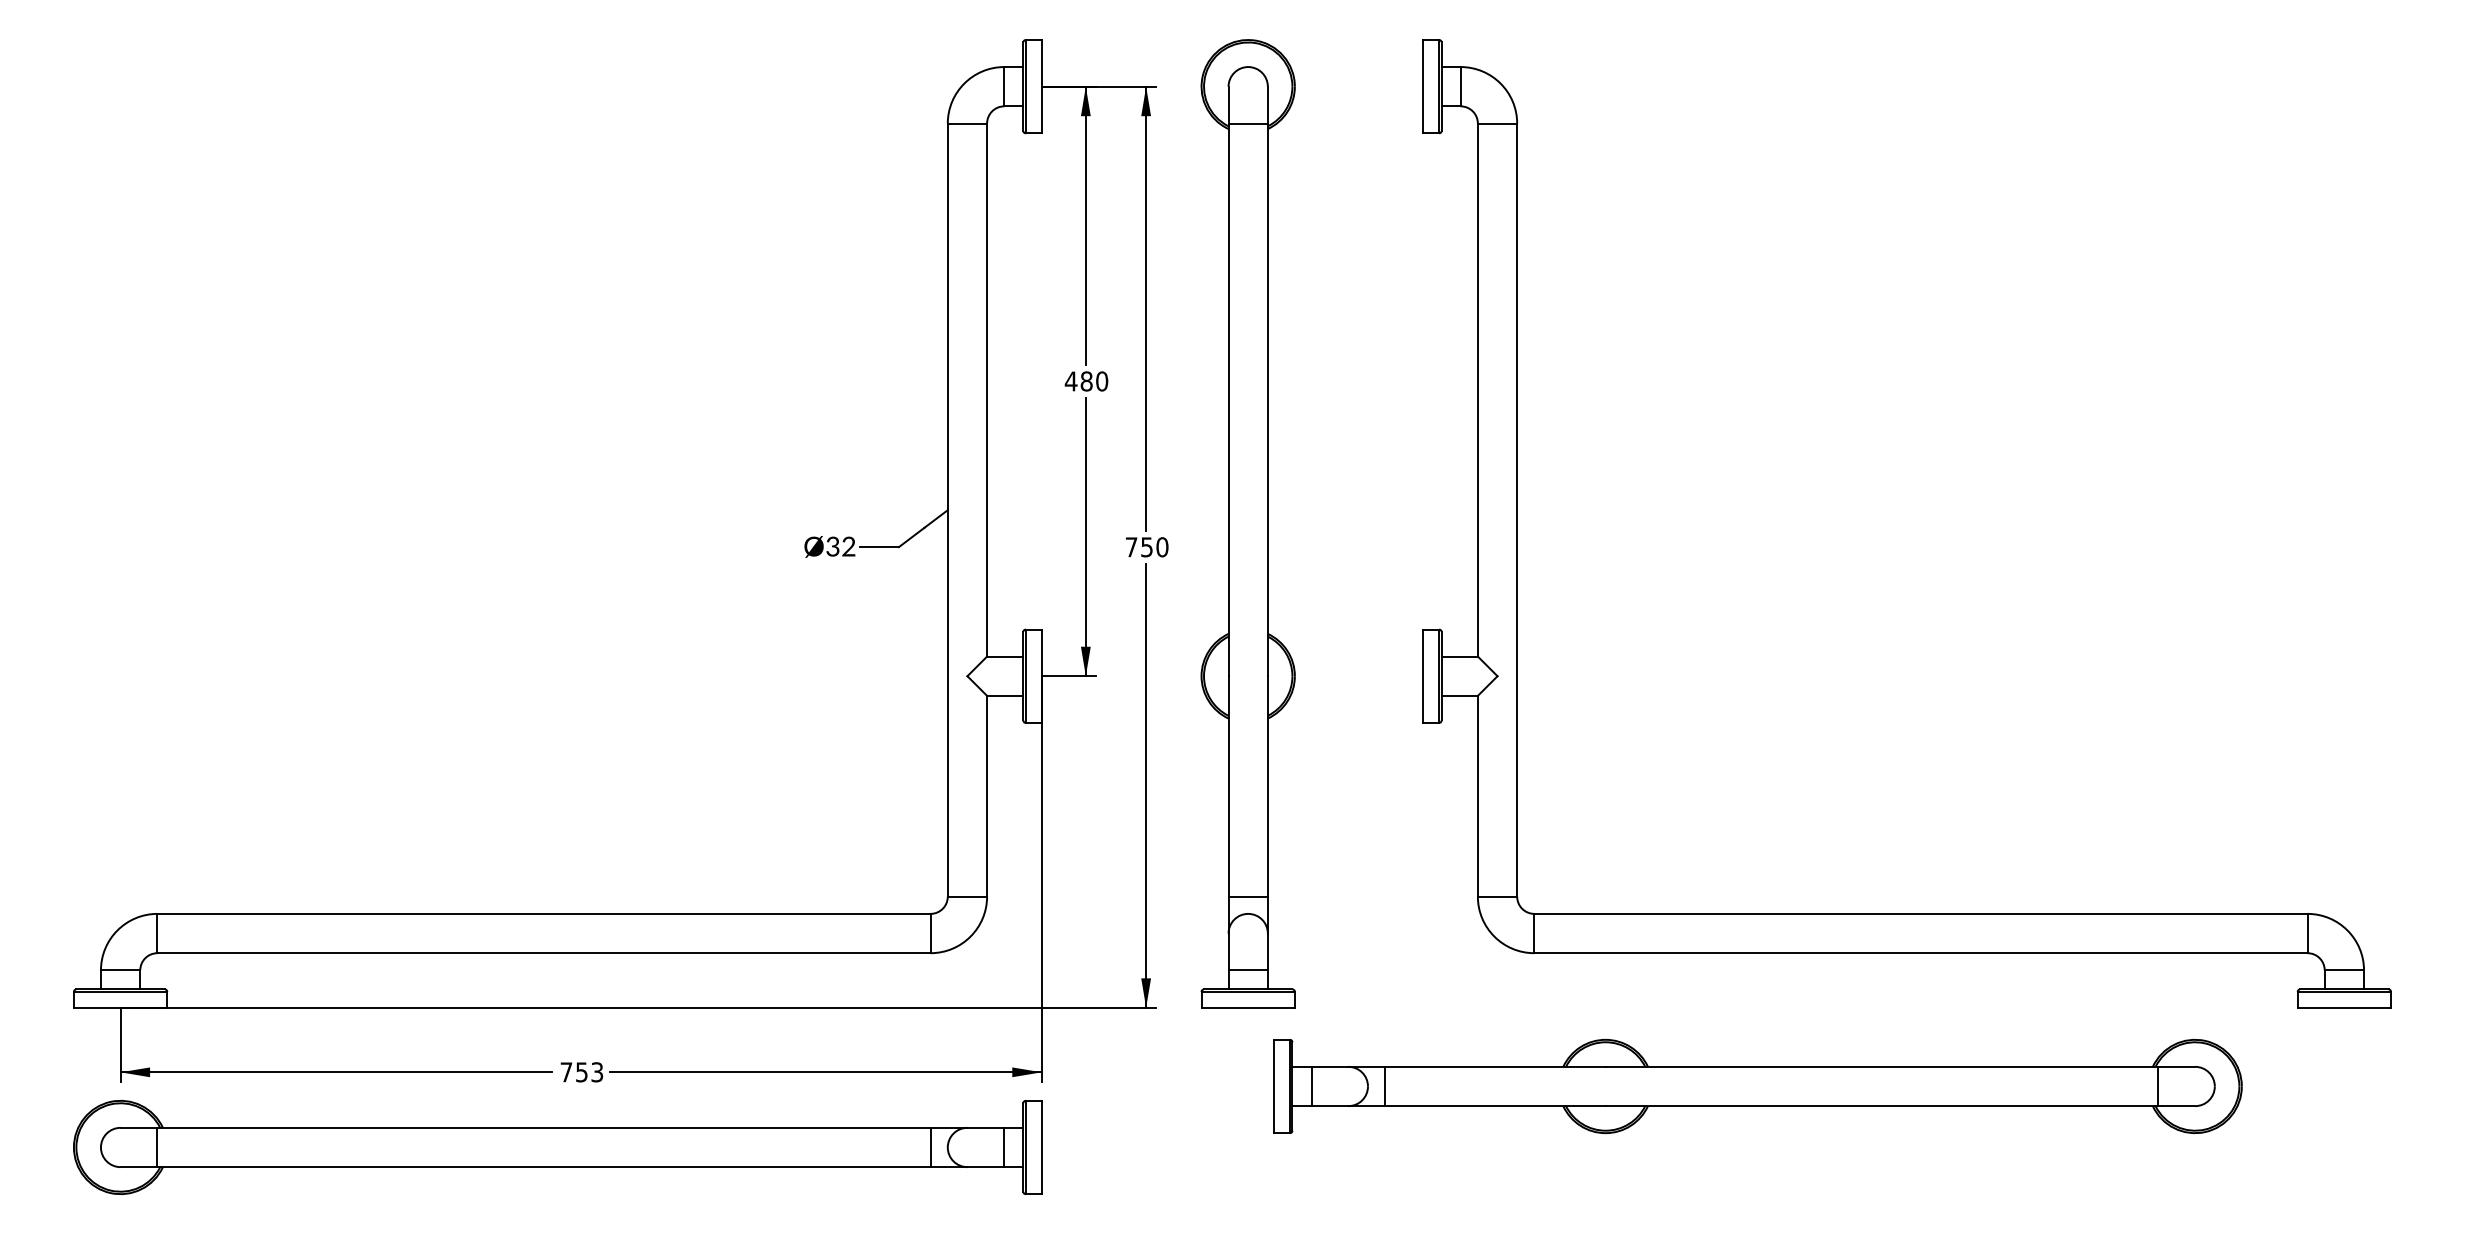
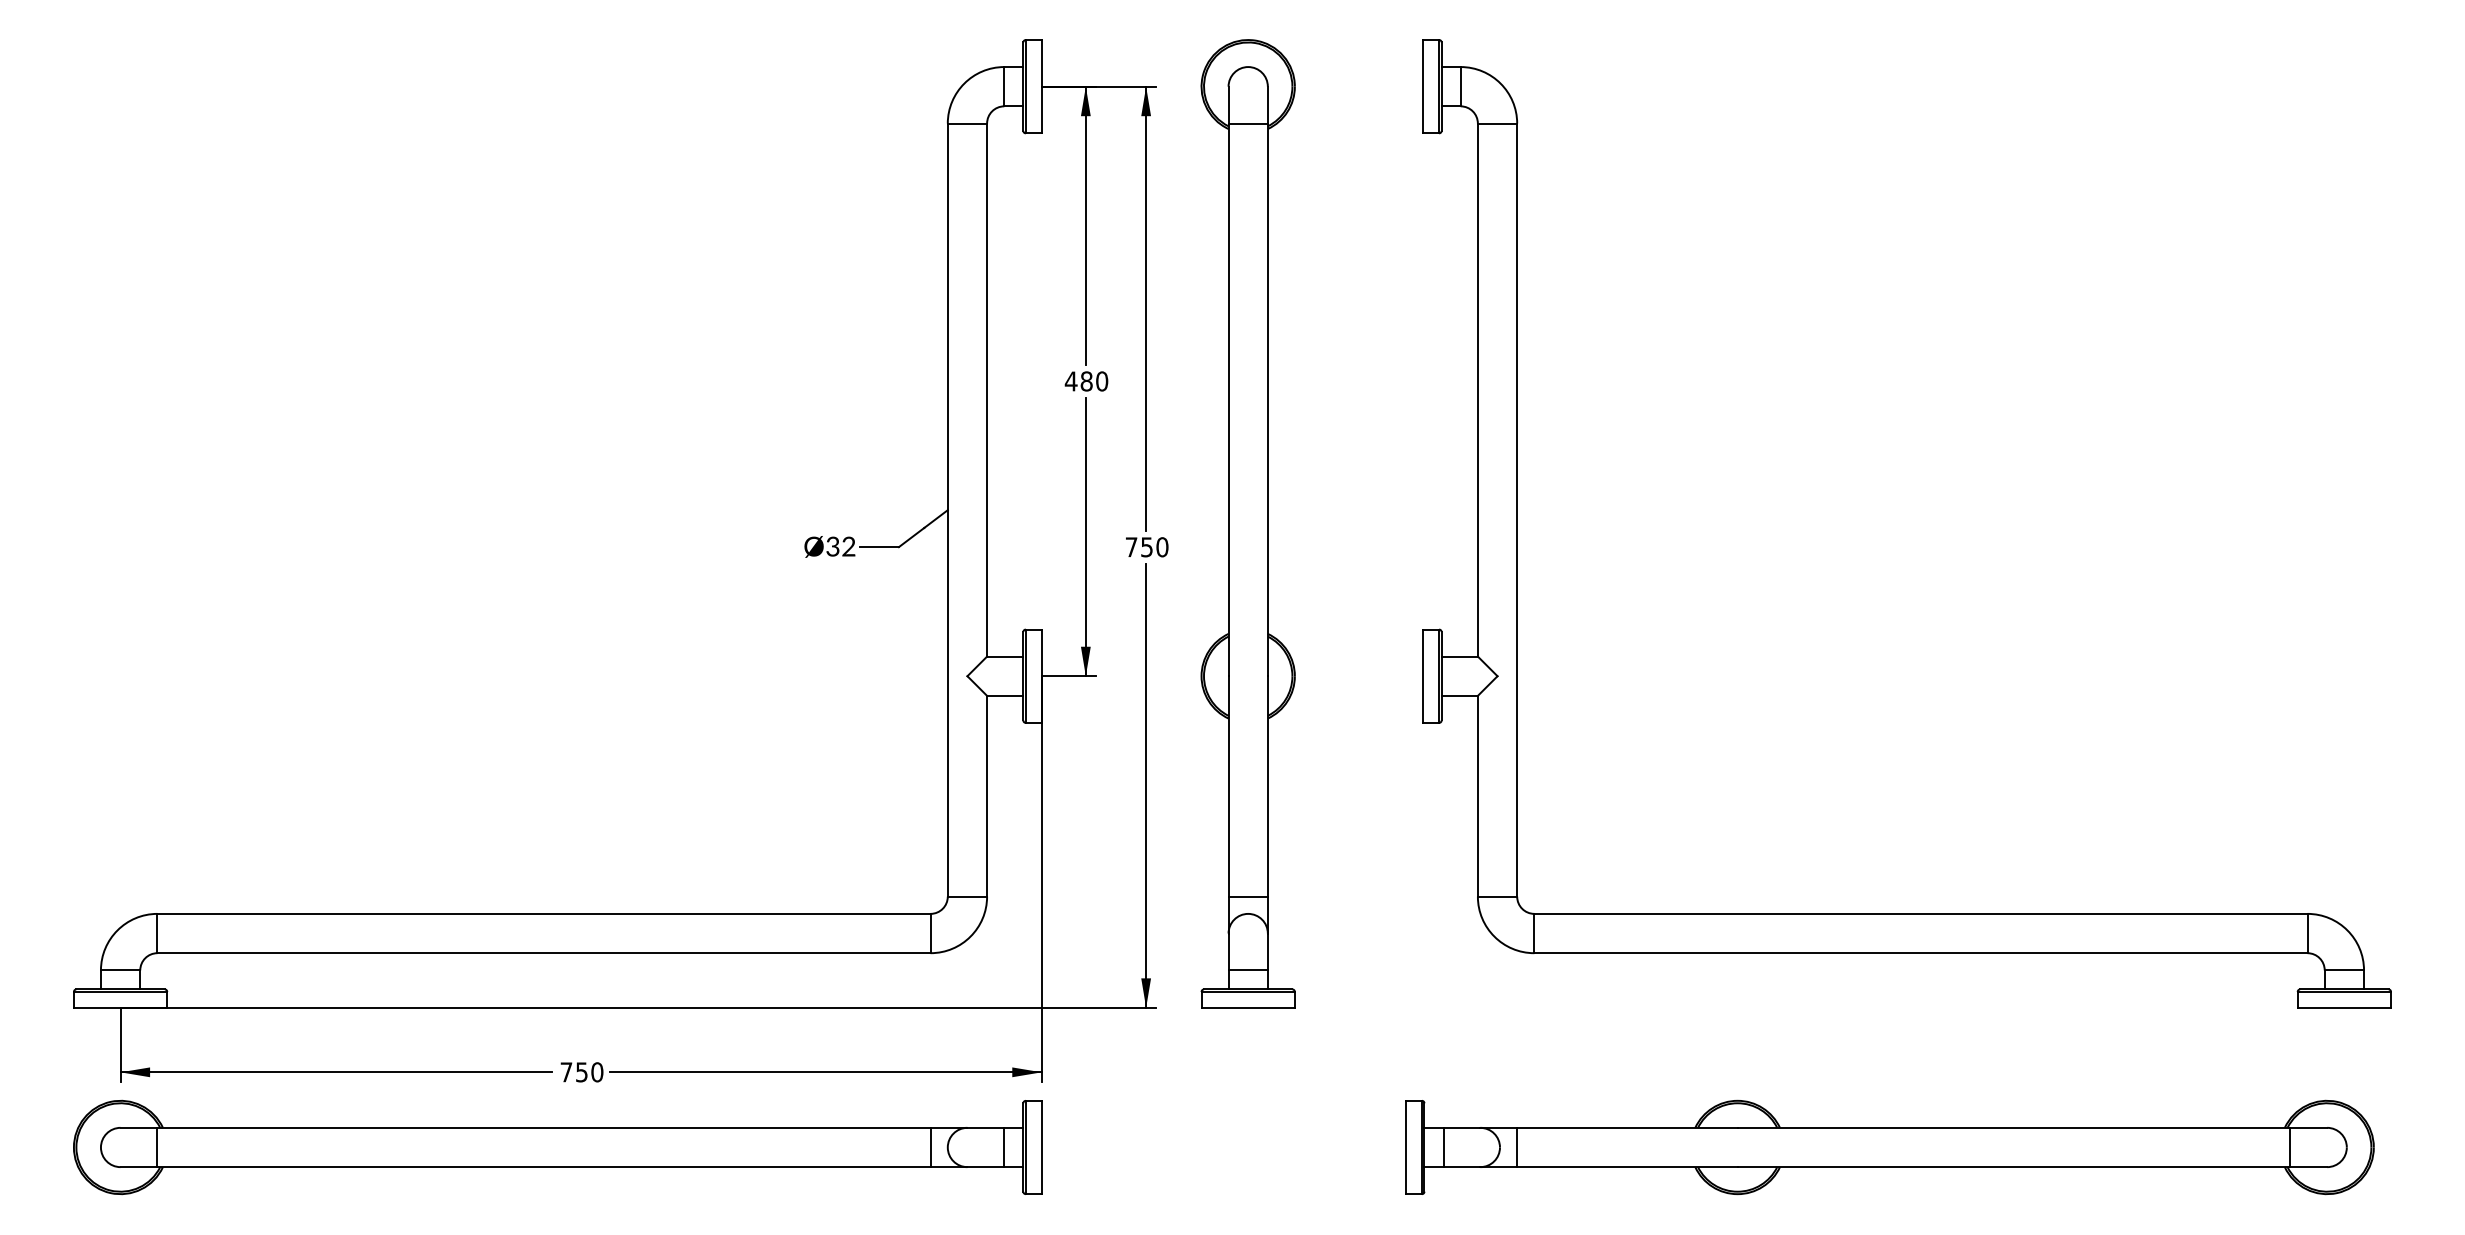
text at (597, 1072): 753 -> 750
part at (1757, 1086) position: (1757, 1086) -> (1889, 1147)
